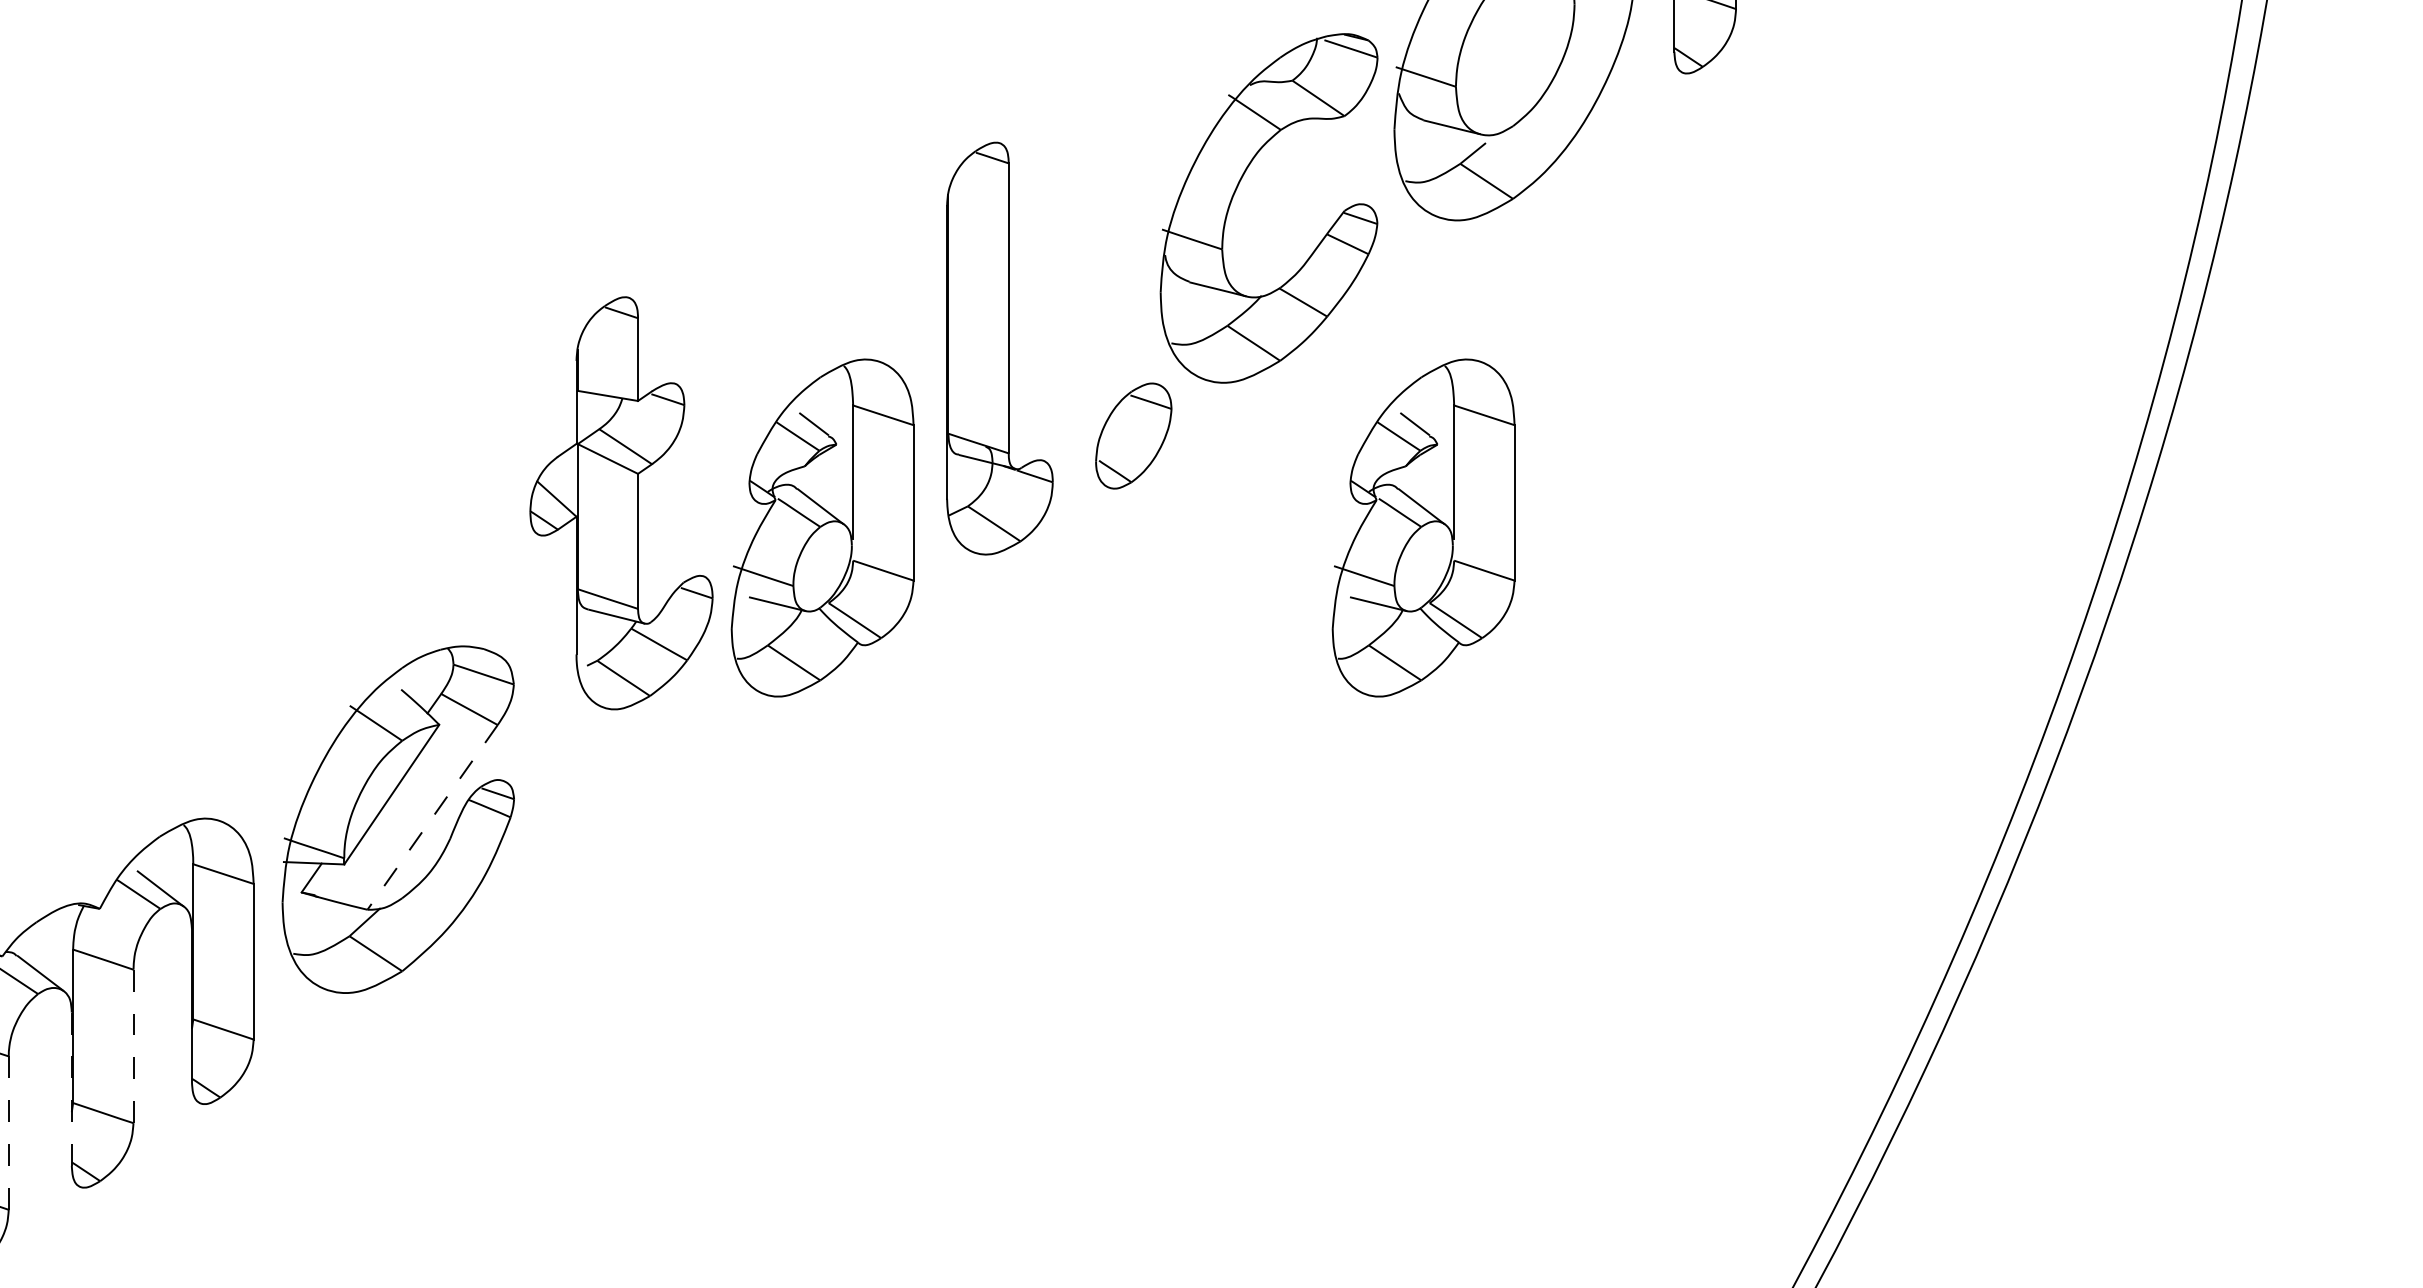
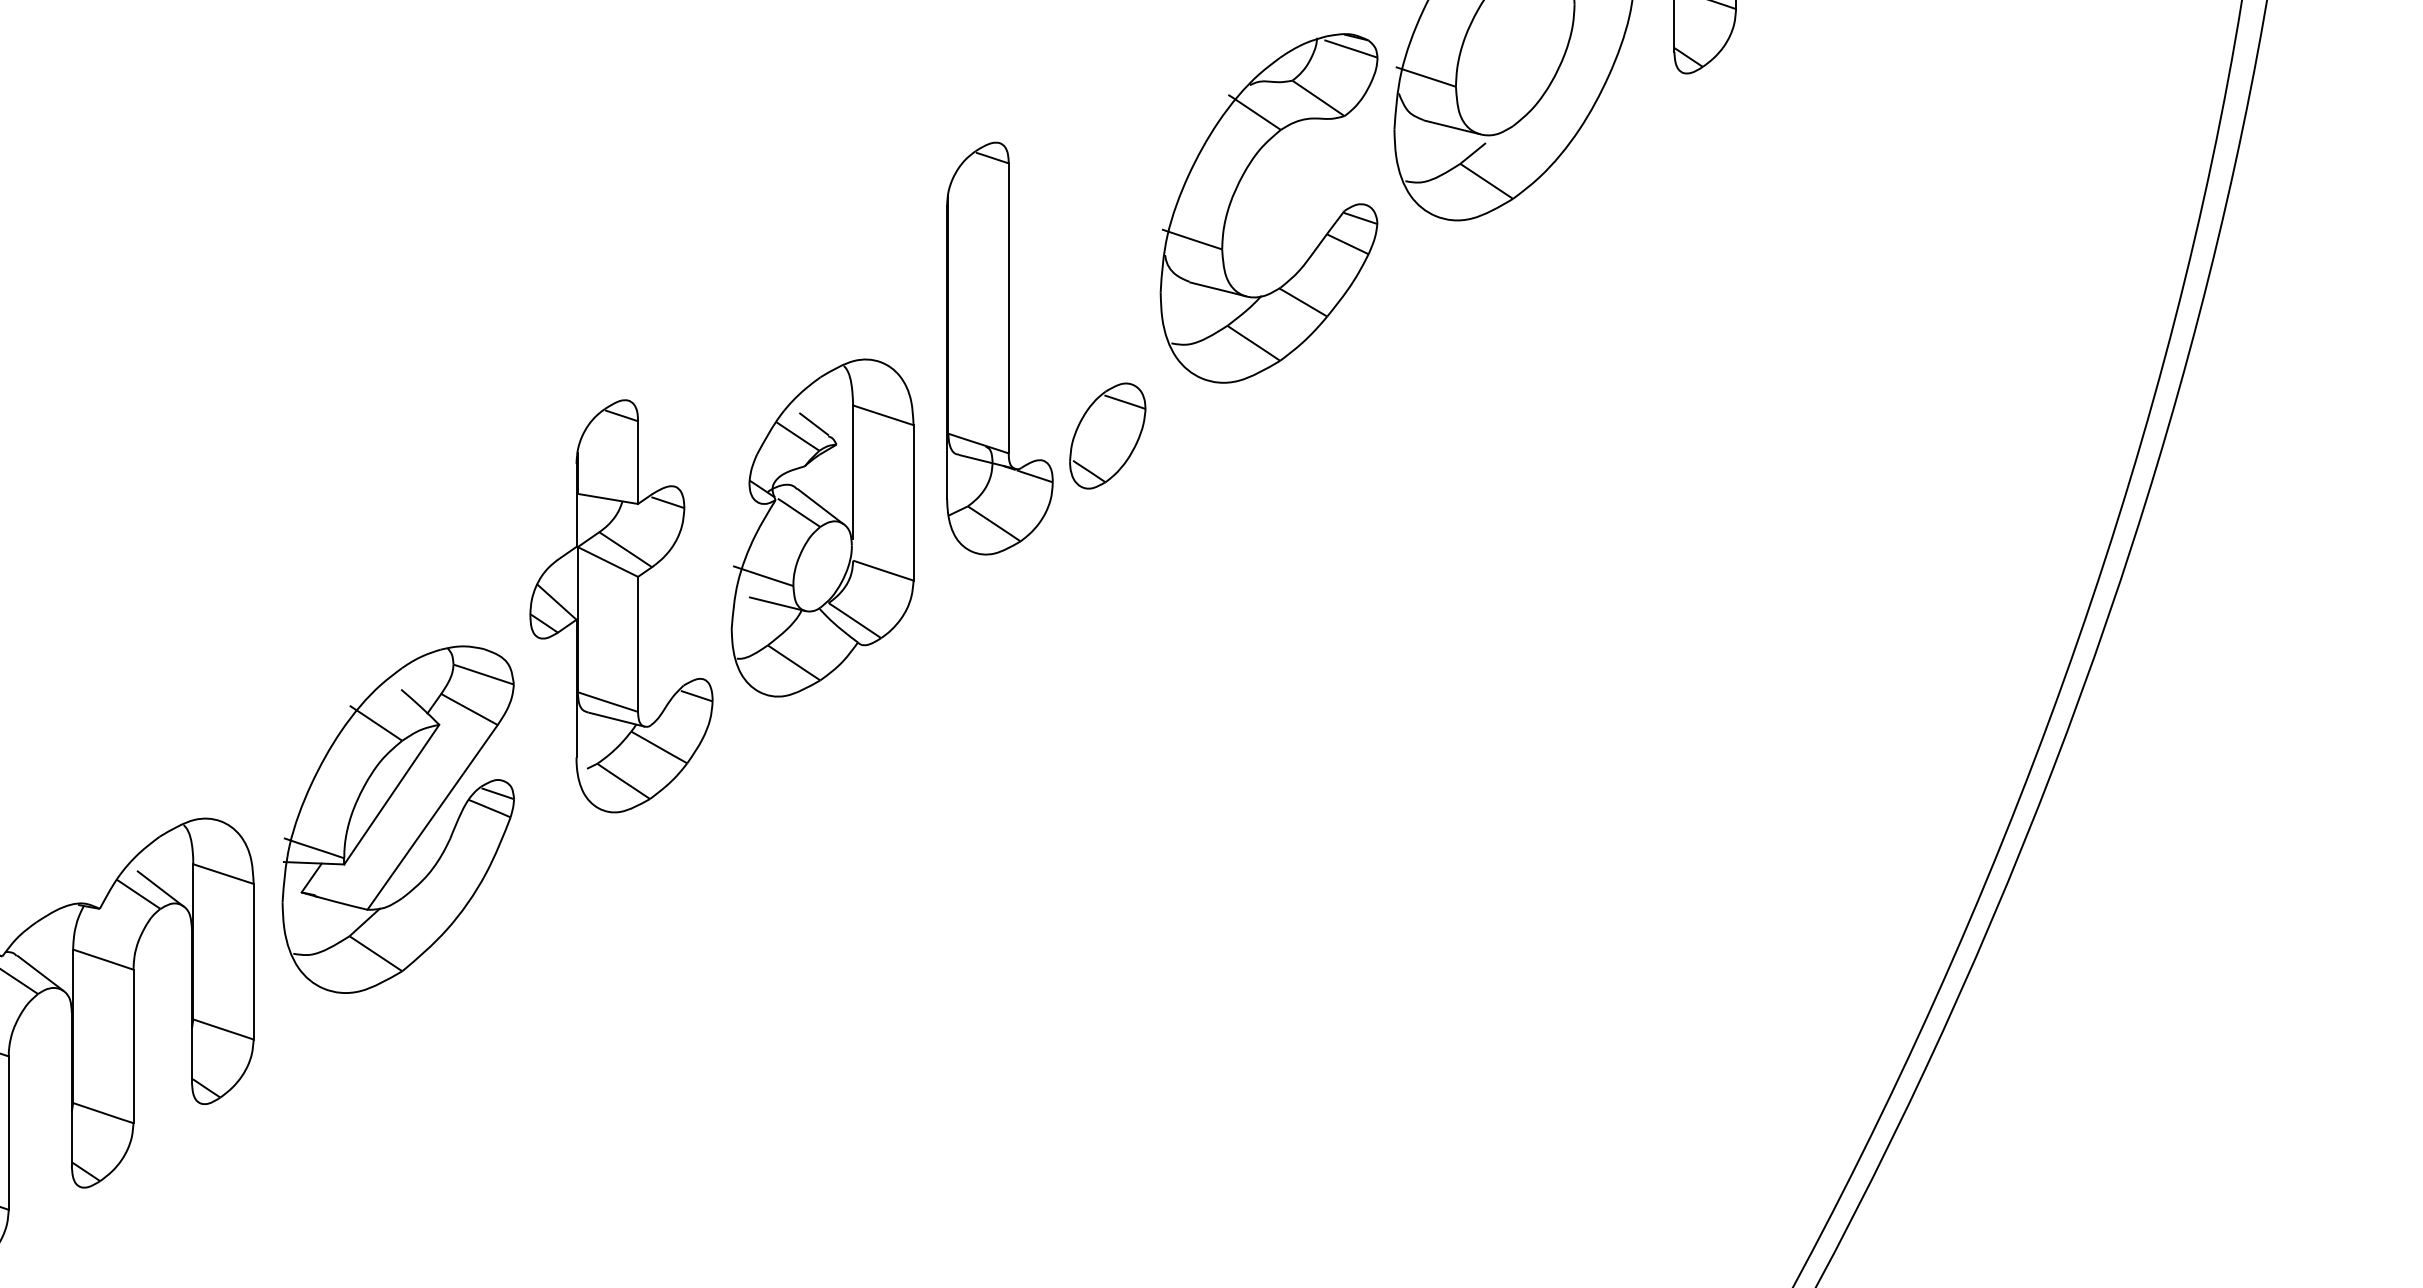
part at (1133, 435) position: (1133, 435) -> (1107, 435)
part at (621, 503) position: (621, 503) -> (621, 606)
part at (1423, 527): present -> none
line at (432, 817): dashed -> solid
line at (133, 1046): dashed -> solid
line at (71, 1089): dashed -> solid
line at (8, 1133): dashed -> solid
